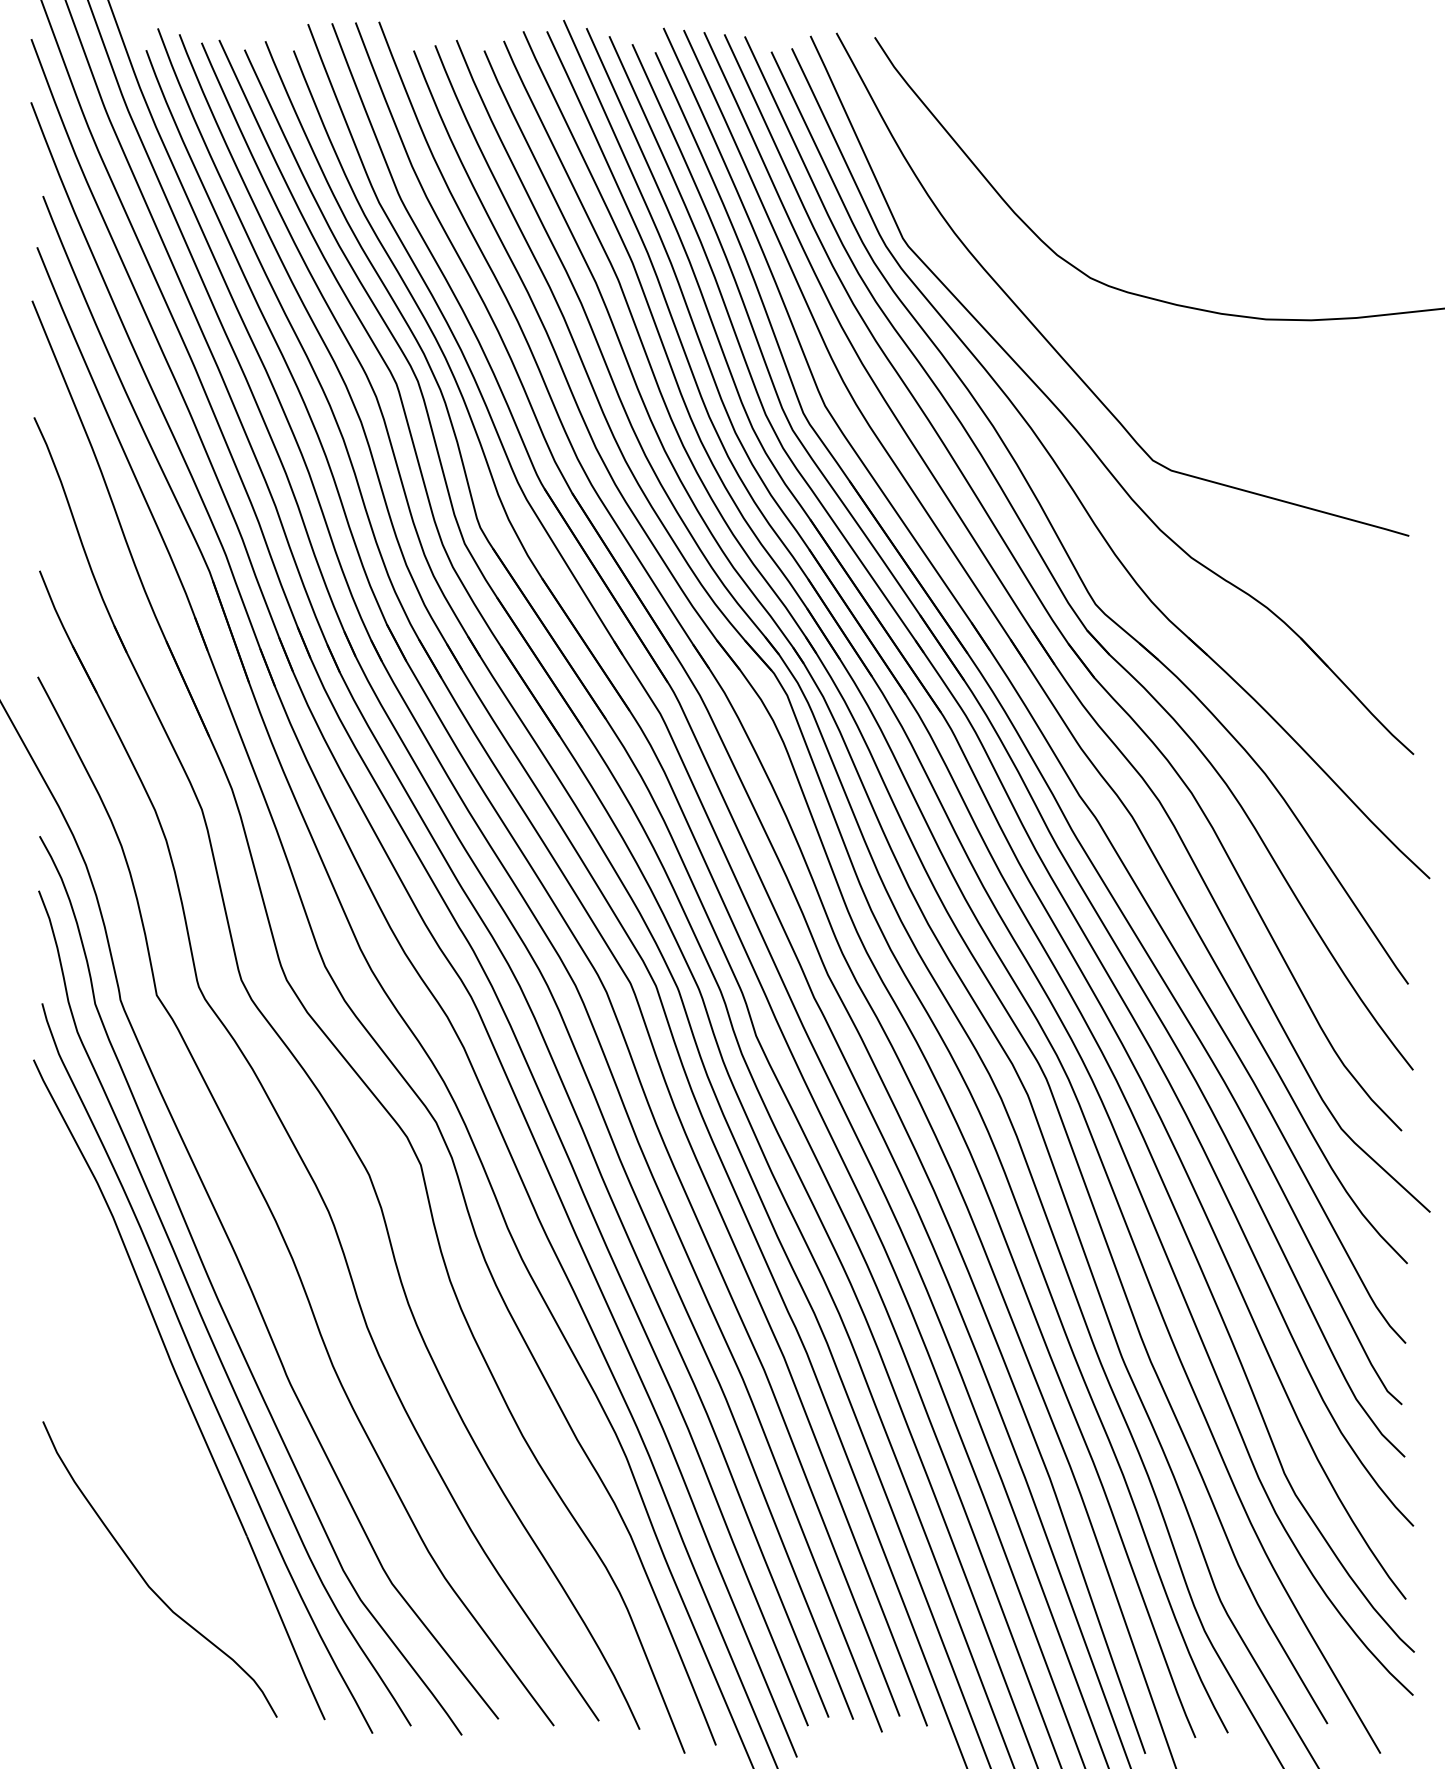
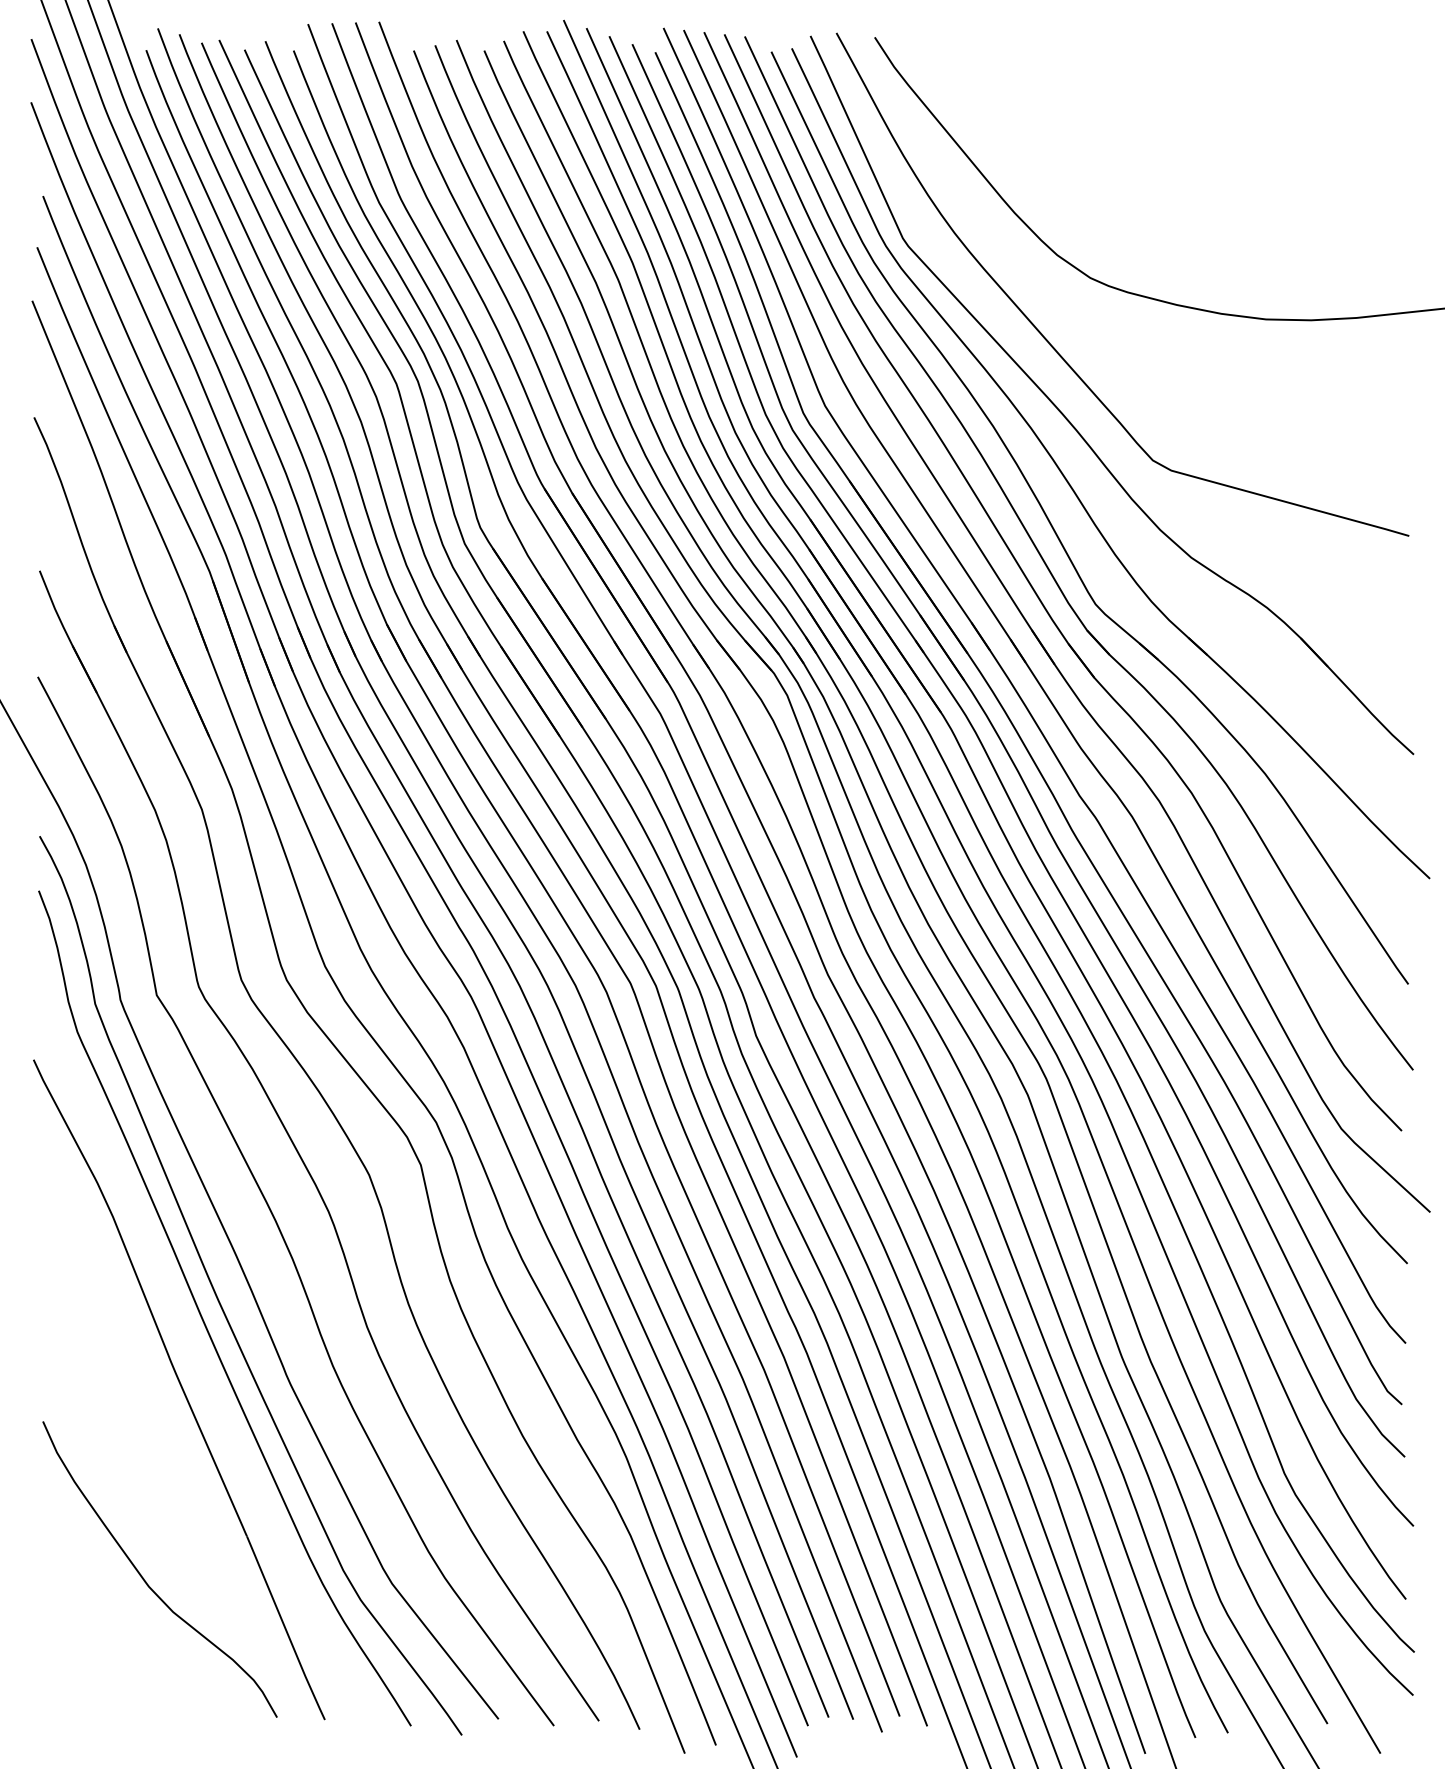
curve at (201, 1371): present -> none
